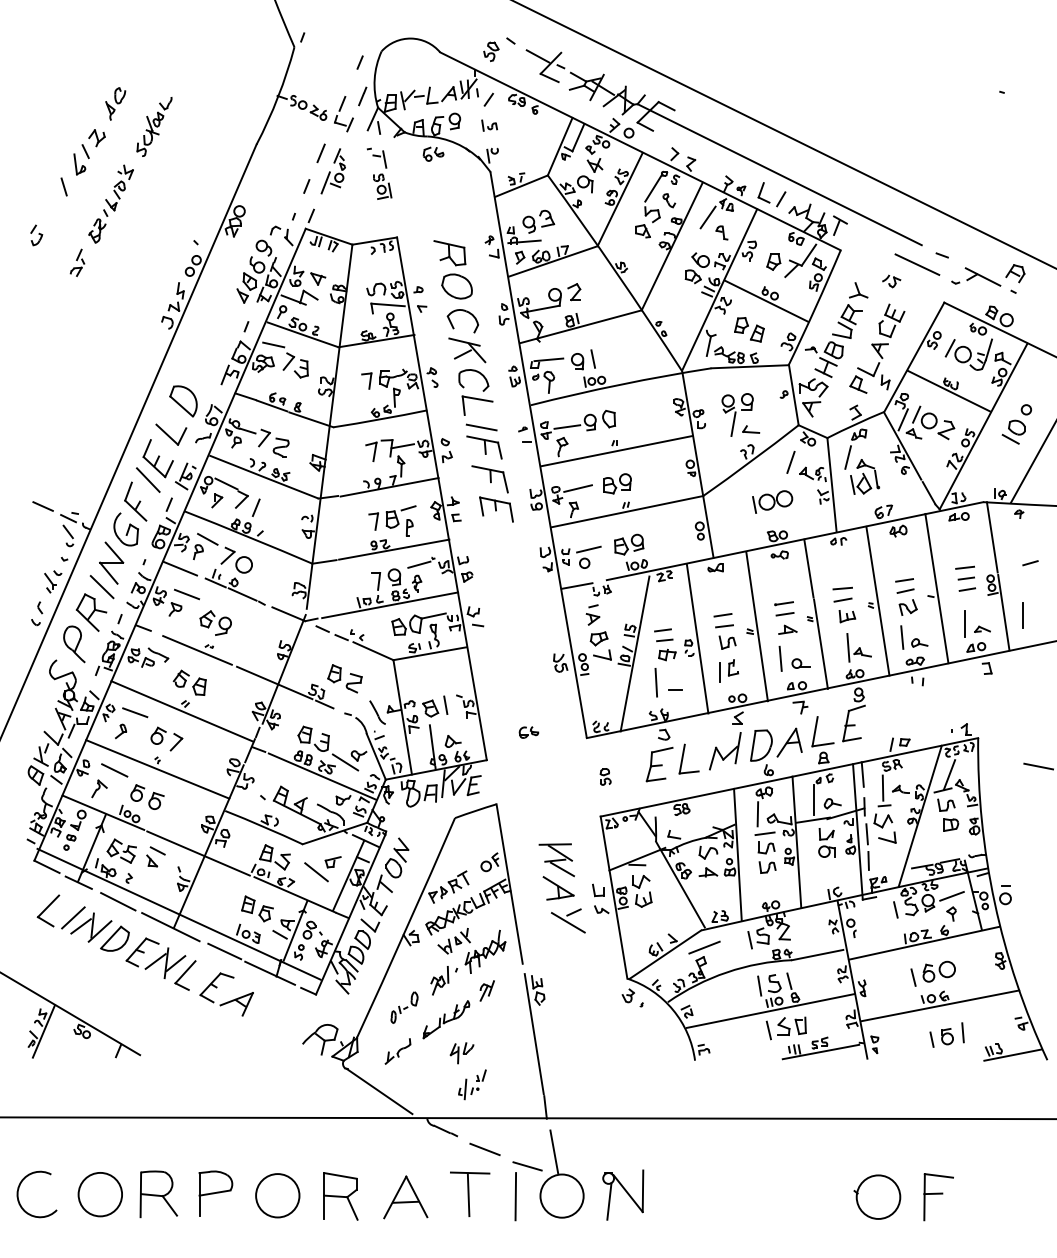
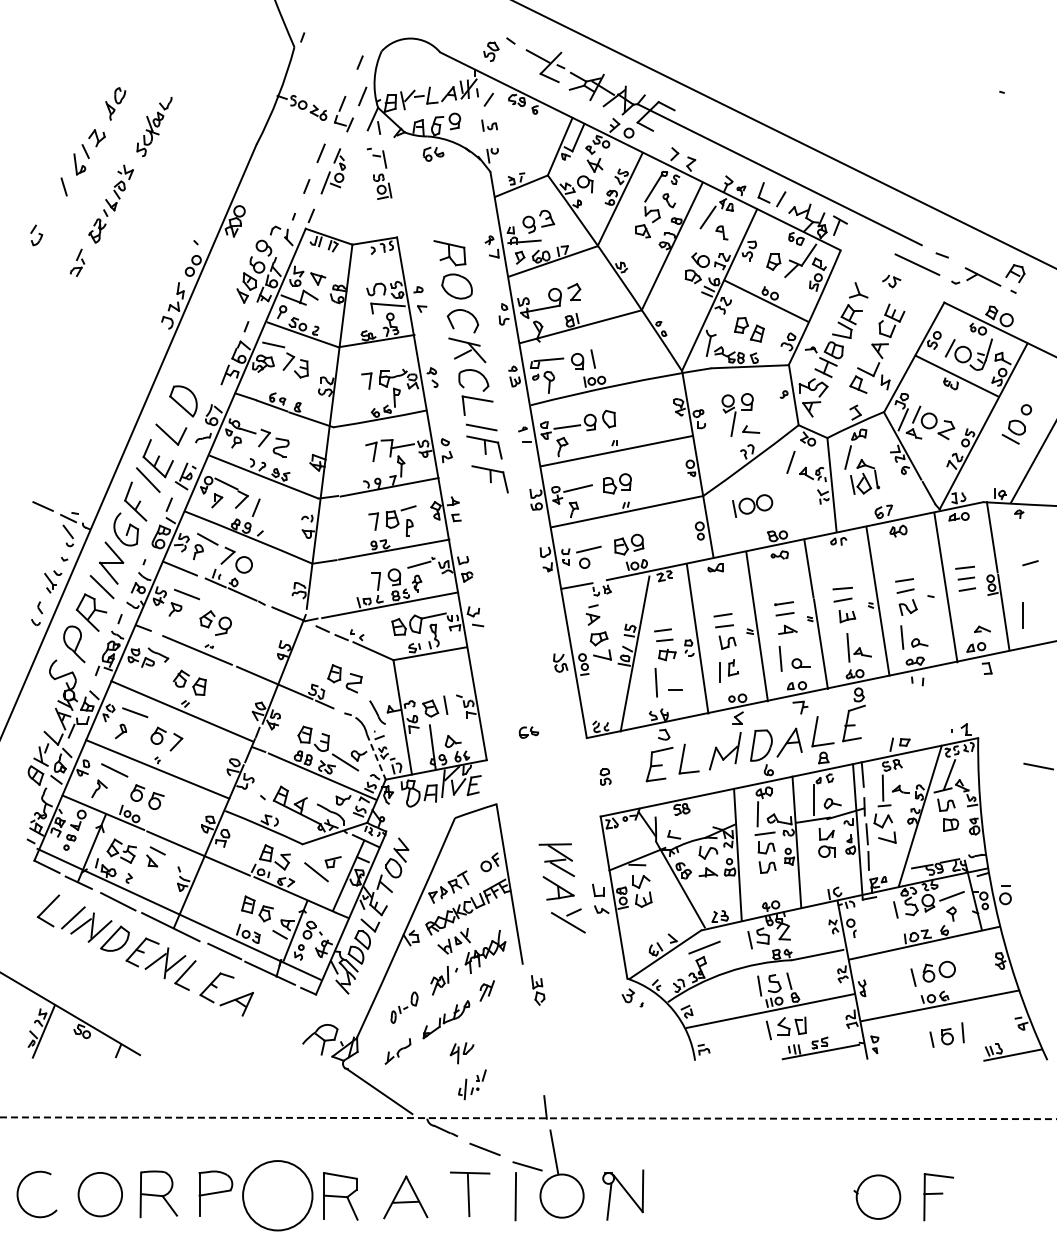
line at (948, 390) position: (948, 390) -> (956, 375)
part at (772, 501) position: (772, 501) -> (752, 505)
part at (496, 509): present -> none
line at (936, 588) position: (936, 588) -> (945, 587)
line at (964, 623): present -> none
line at (376, 756): solid -> dashed
line at (533, 1034): present -> none
line at (528, 1118): solid -> dashed
circle at (277, 1195) diameter: 43 px -> 69 px
